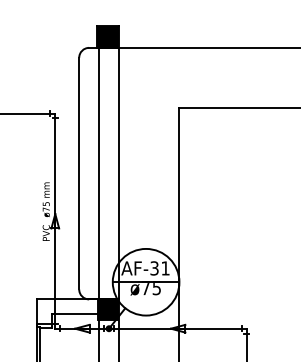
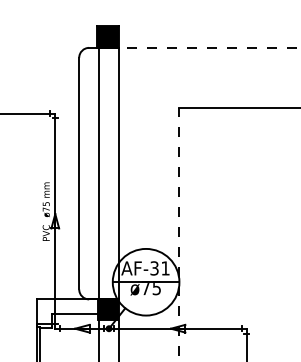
line at (209, 47): solid -> dashed
line at (178, 234): solid -> dashed
